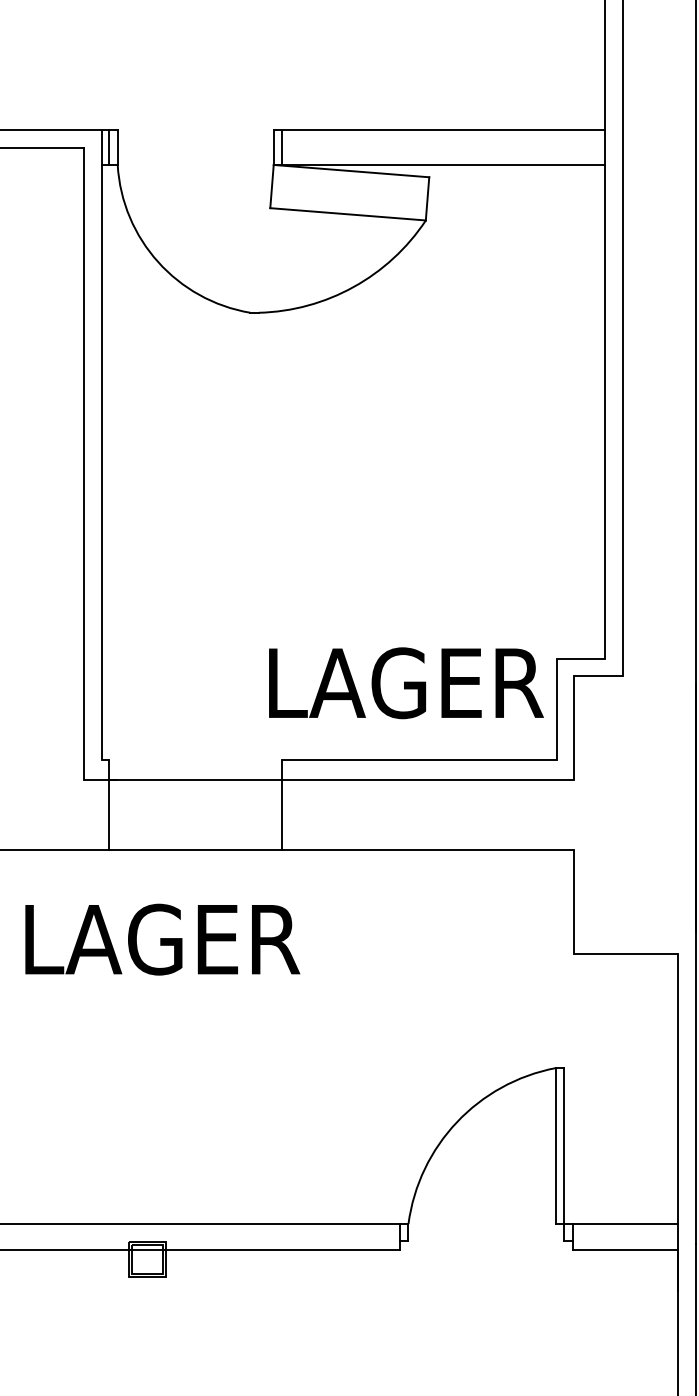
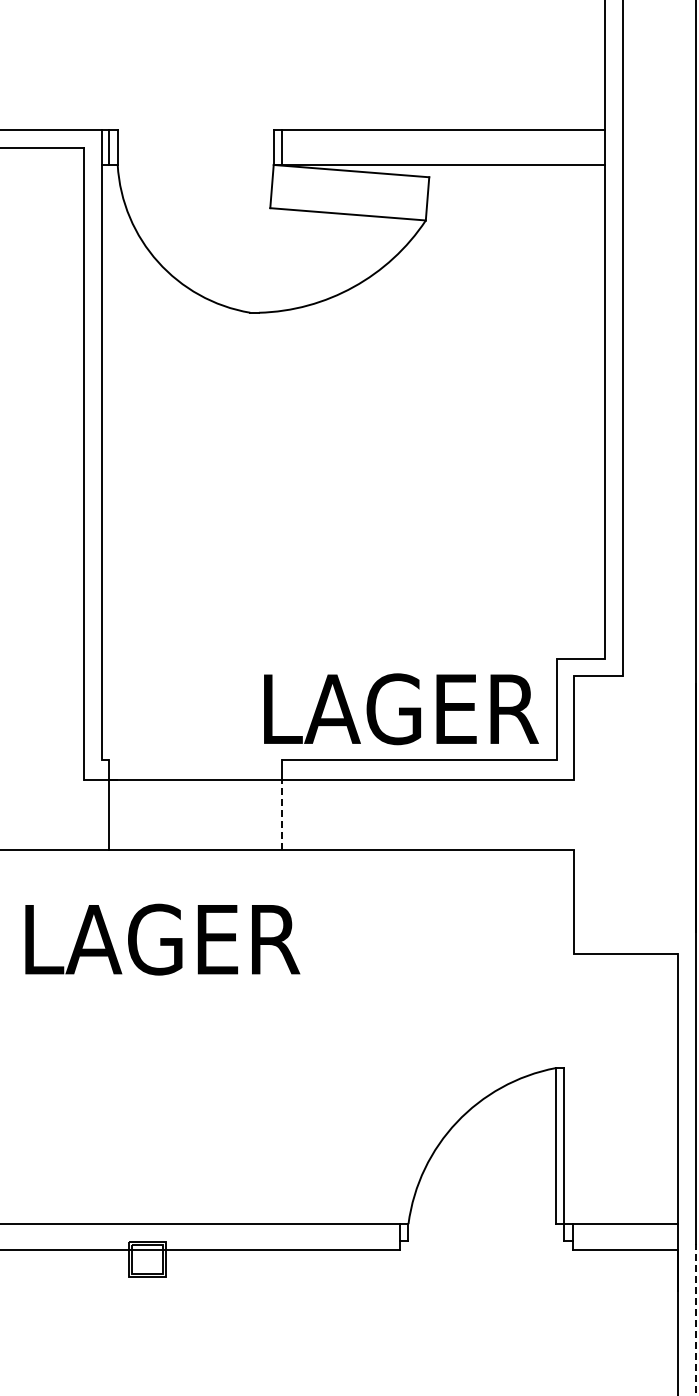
text at (406, 683) position: (406, 683) -> (401, 709)
line at (282, 815): solid -> dashed
line at (695, 1319): solid -> dashed
